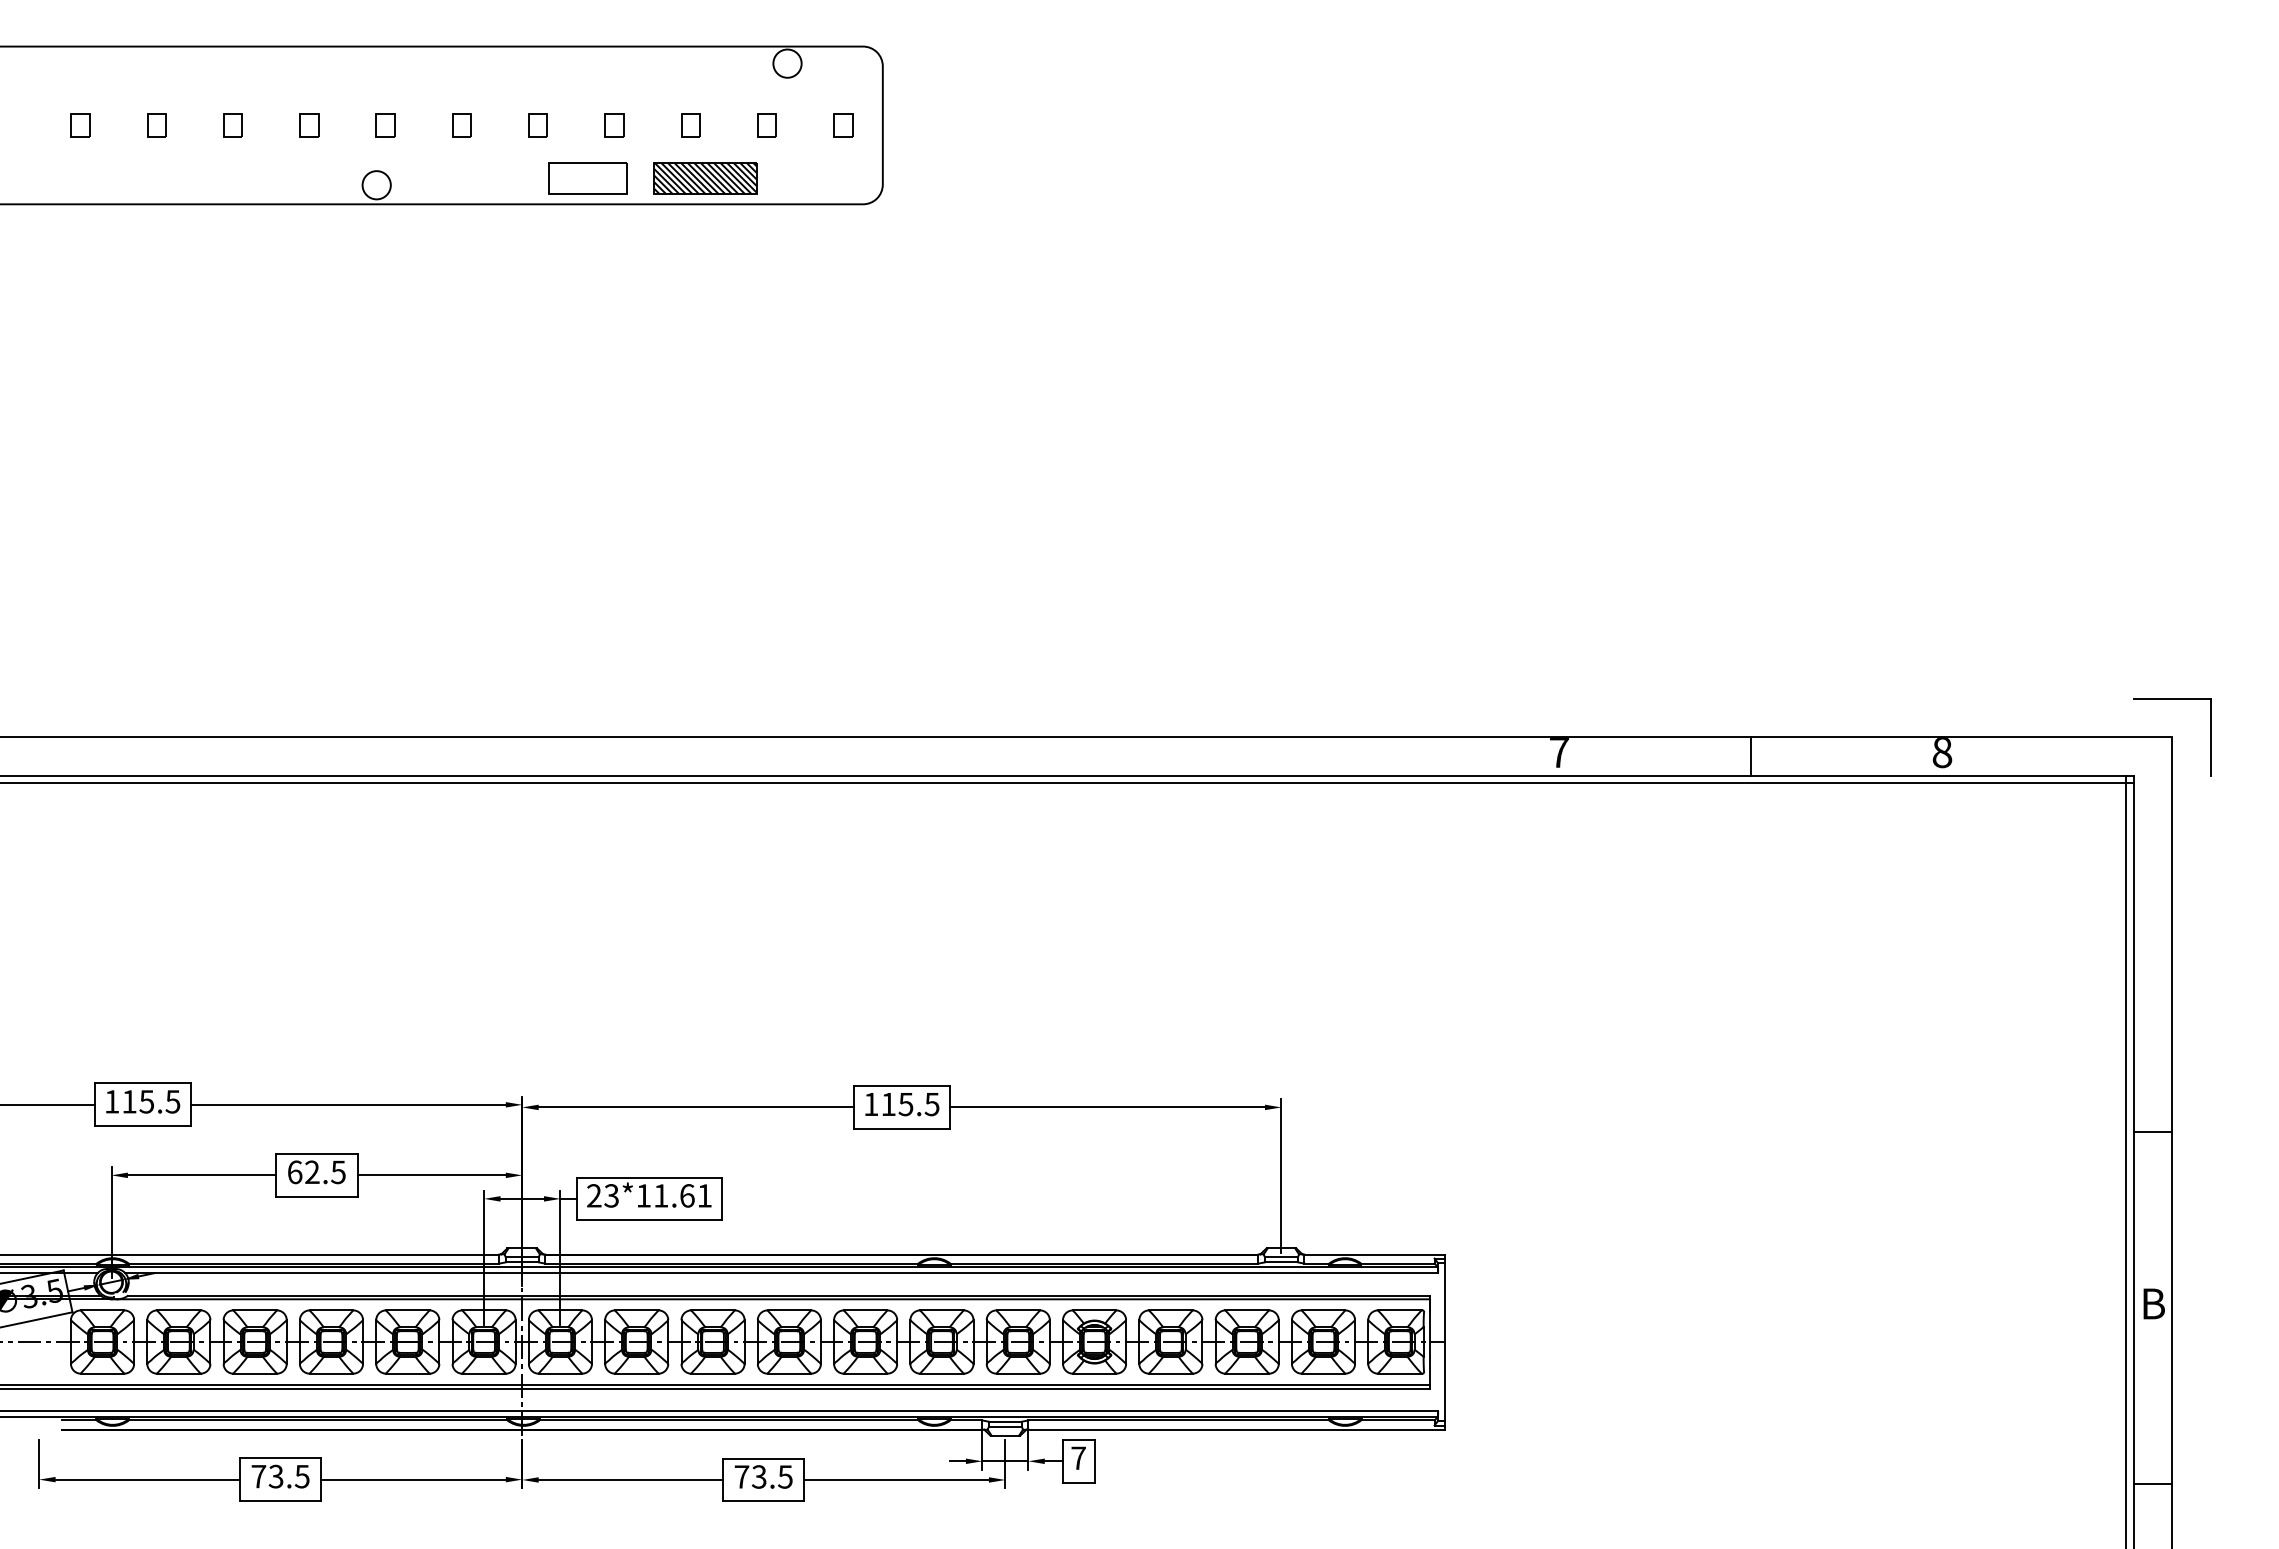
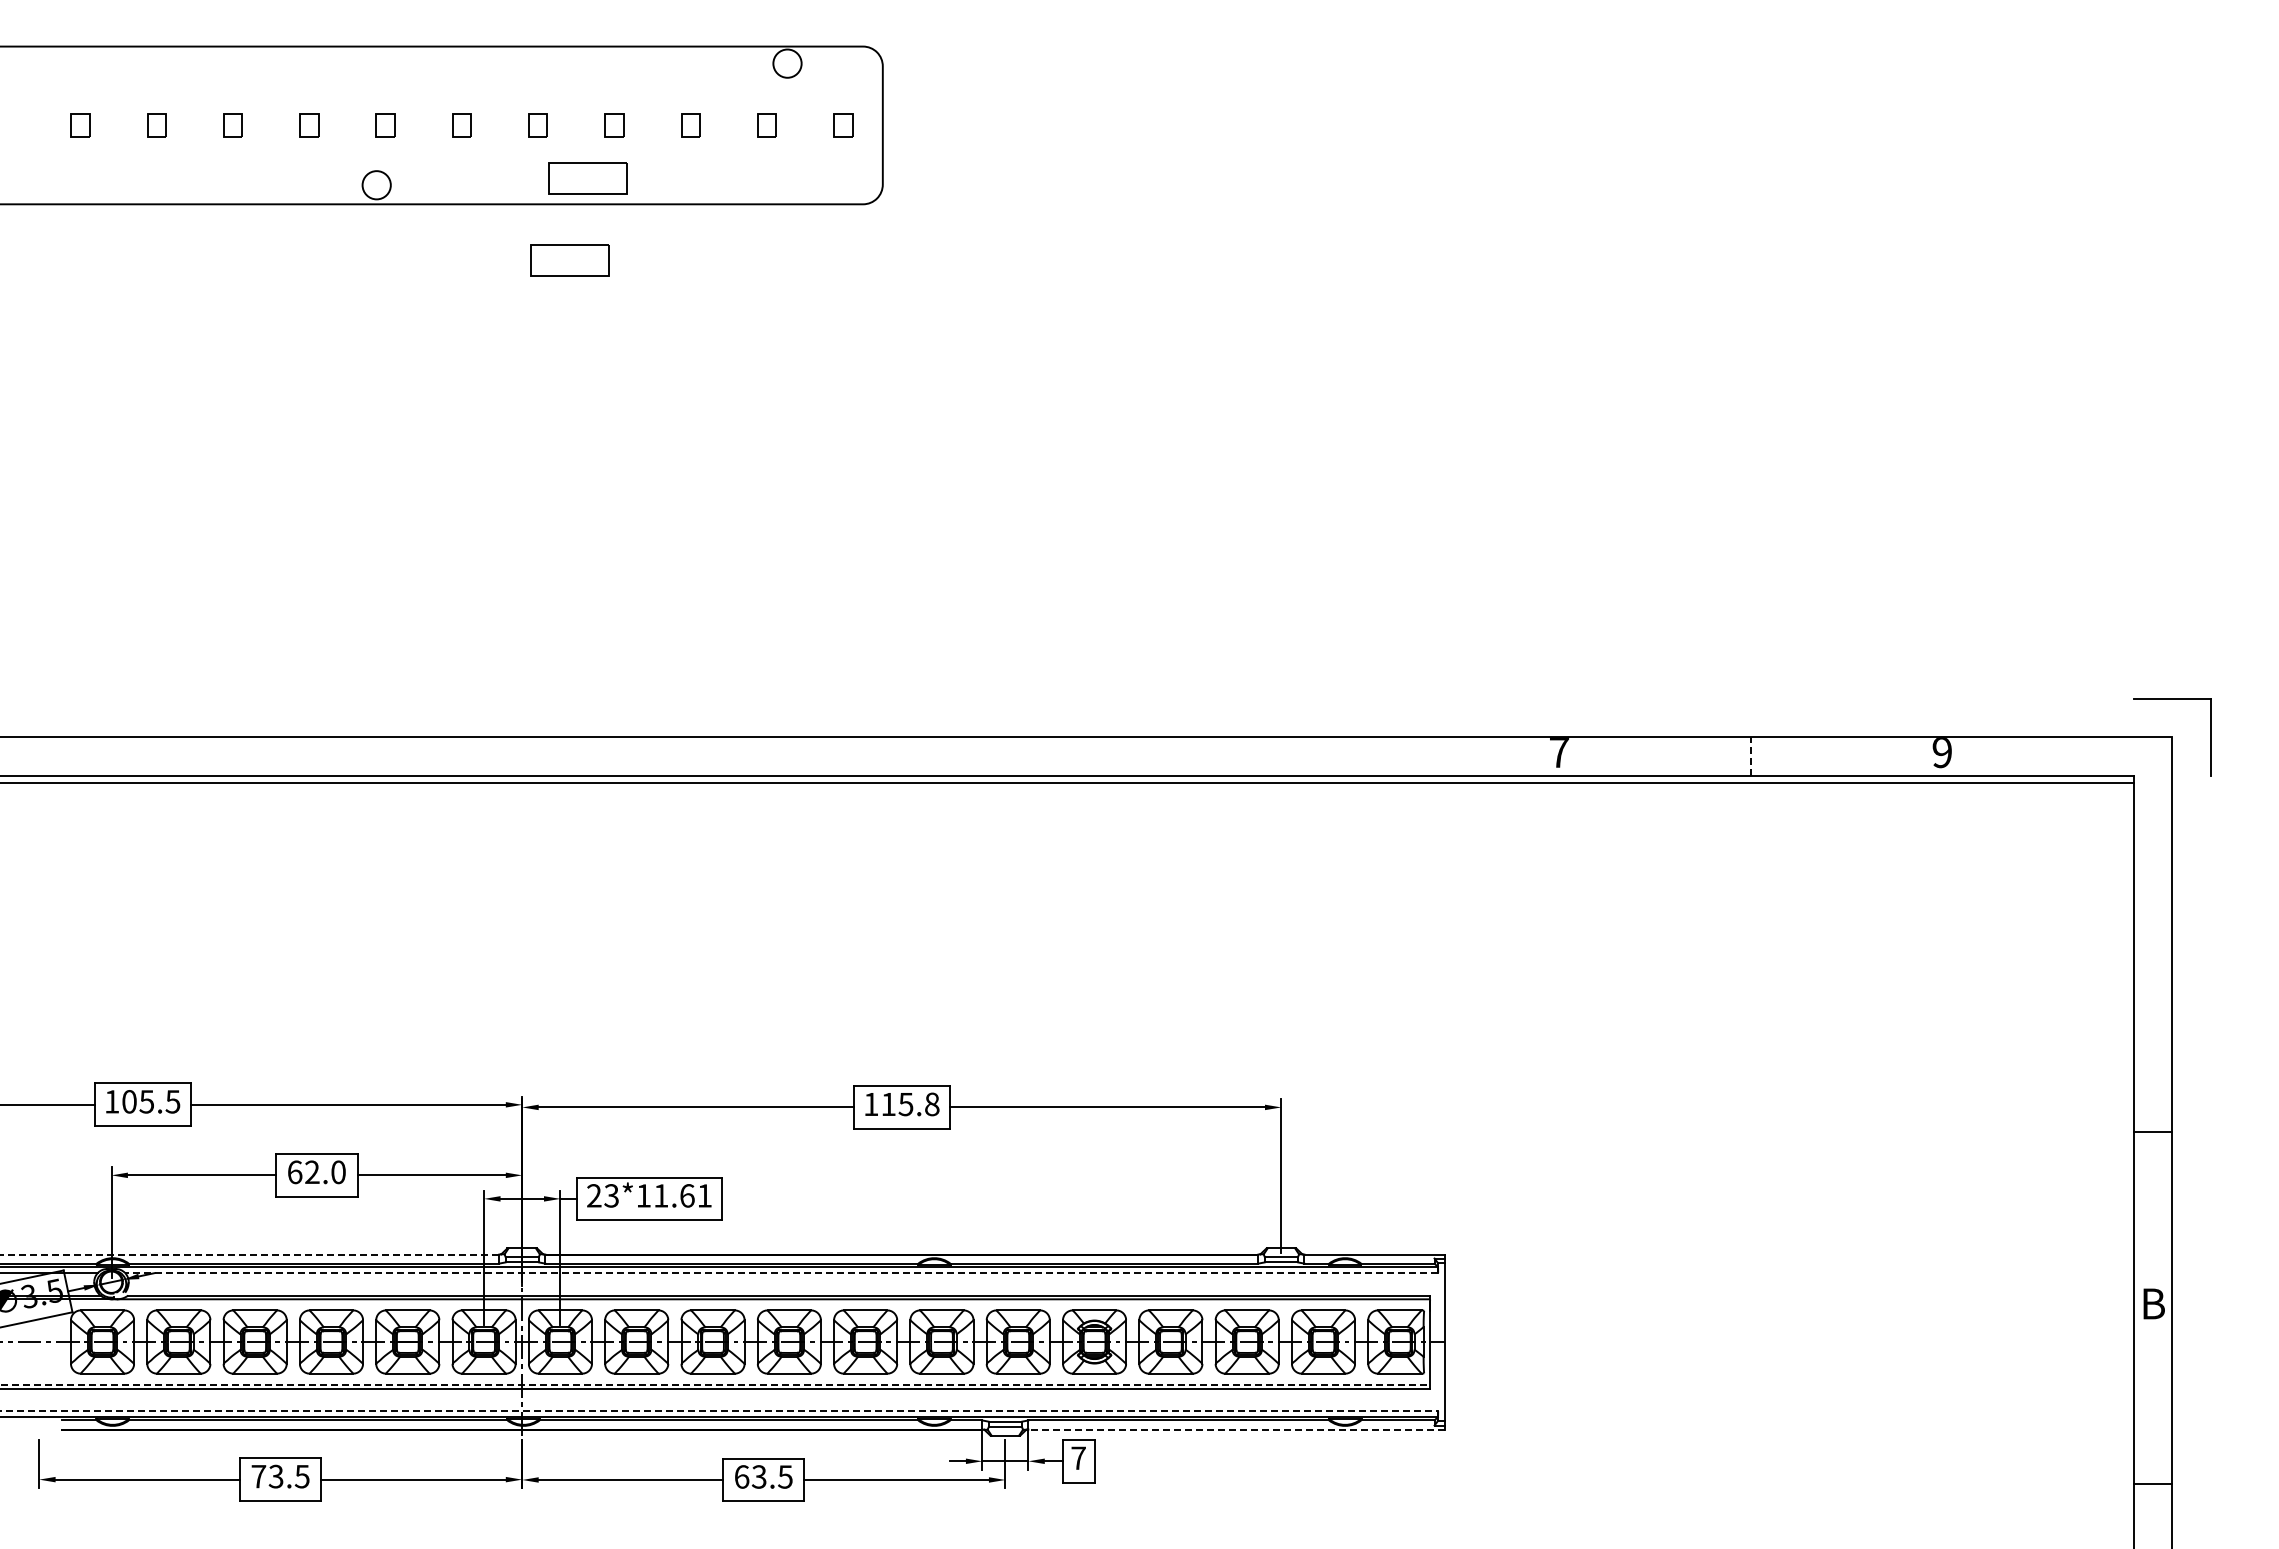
part at (705, 178): present -> none
part at (569, 260): none -> present
text at (1942, 753): 8 -> 9
line at (1751, 755): solid -> dashed
text at (129, 1101): 115.5 -> 105.5
text at (931, 1104): 115.5 -> 115.8
line at (2126, 1160): present -> none
text at (338, 1172): 62.5 -> 62.0
line at (249, 1254): solid -> dashed
line at (781, 1272): solid -> dashed
line at (715, 1384): solid -> dashed
line at (719, 1411): solid -> dashed
line at (1236, 1429): solid -> dashed
text at (741, 1476): 73.5 -> 63.5
